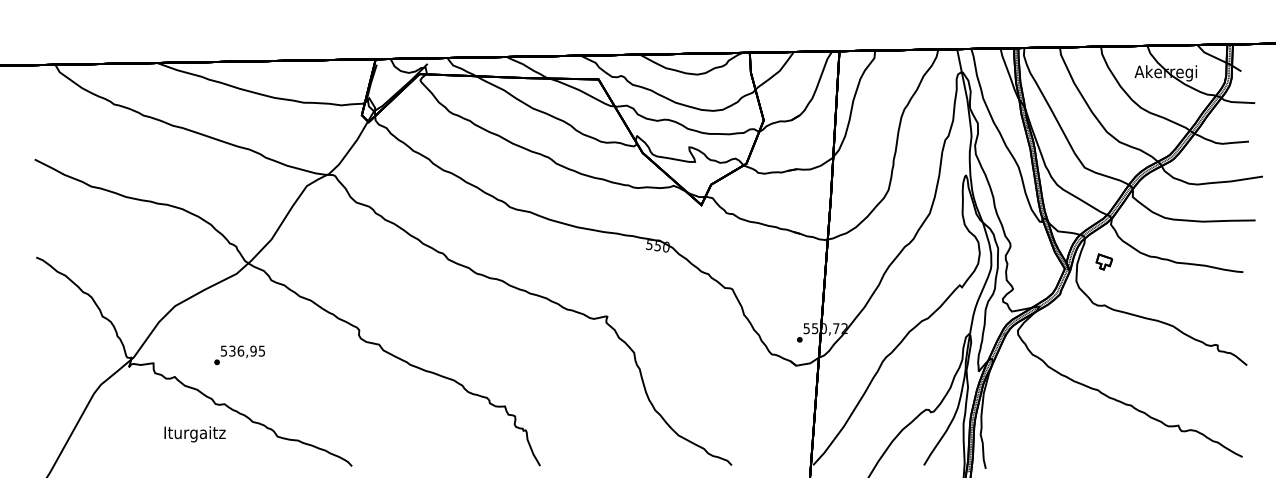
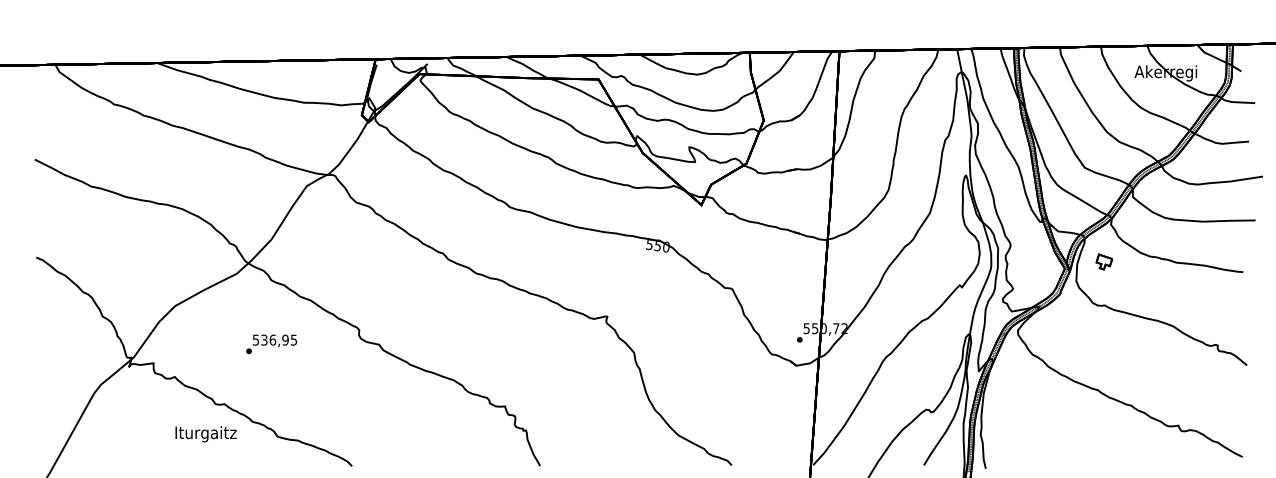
text at (239, 355) position: (239, 355) -> (271, 344)
text at (194, 434) position: (194, 434) -> (205, 434)
